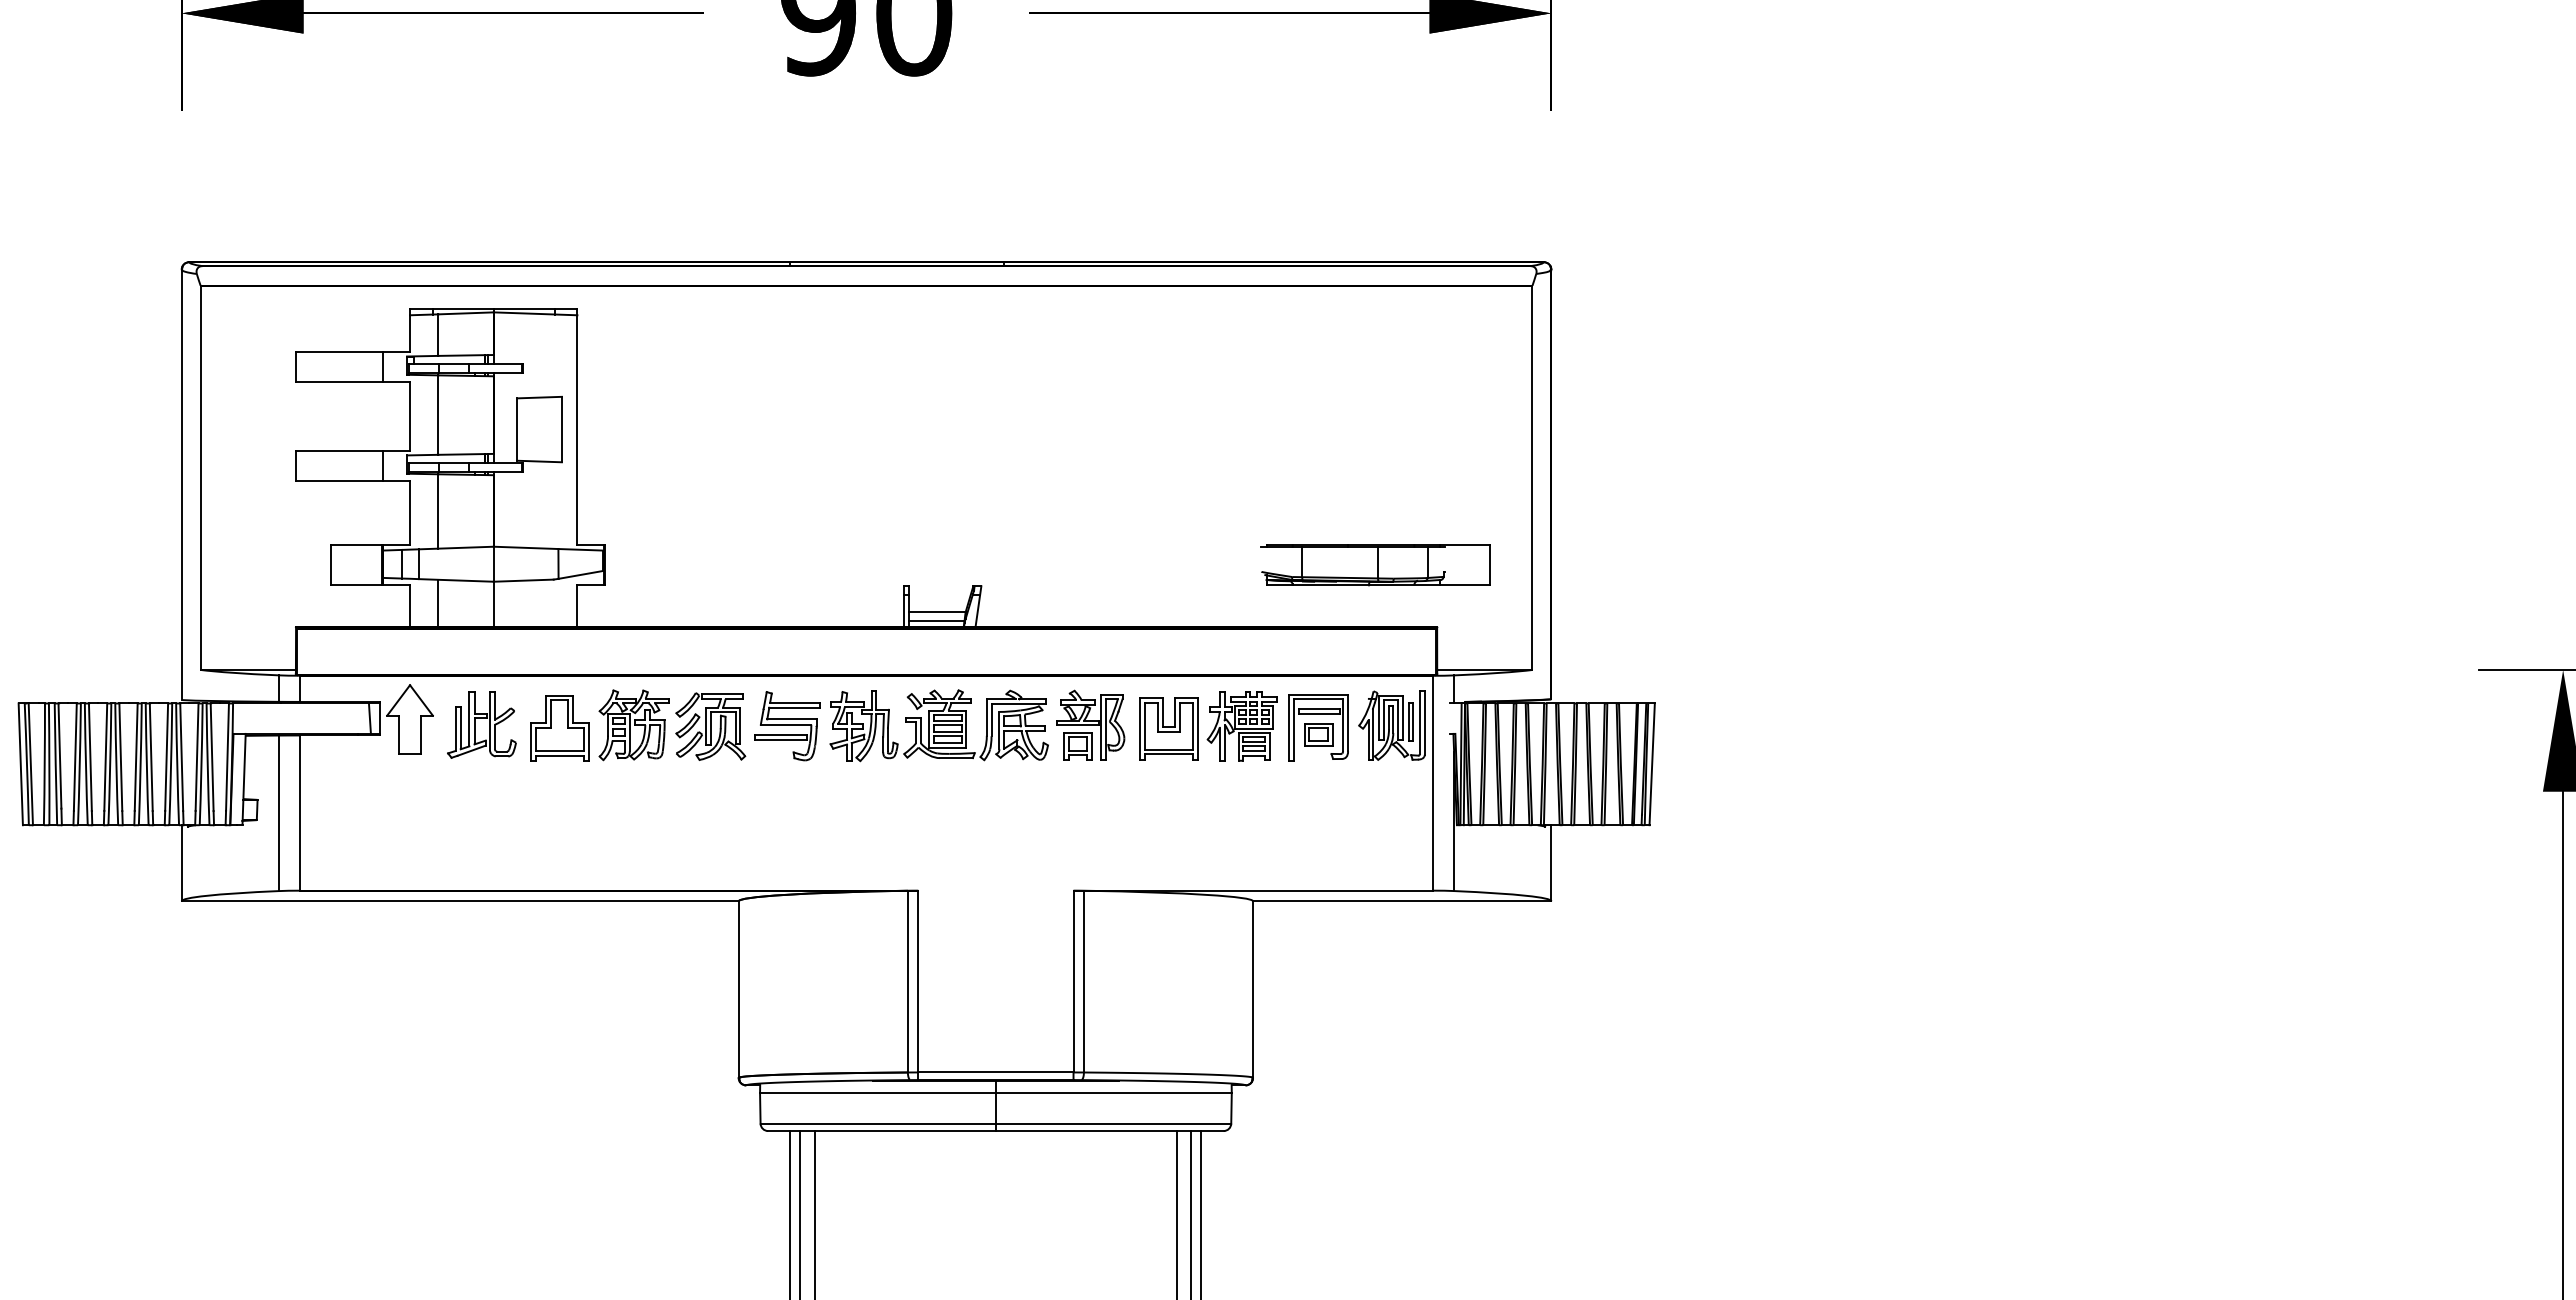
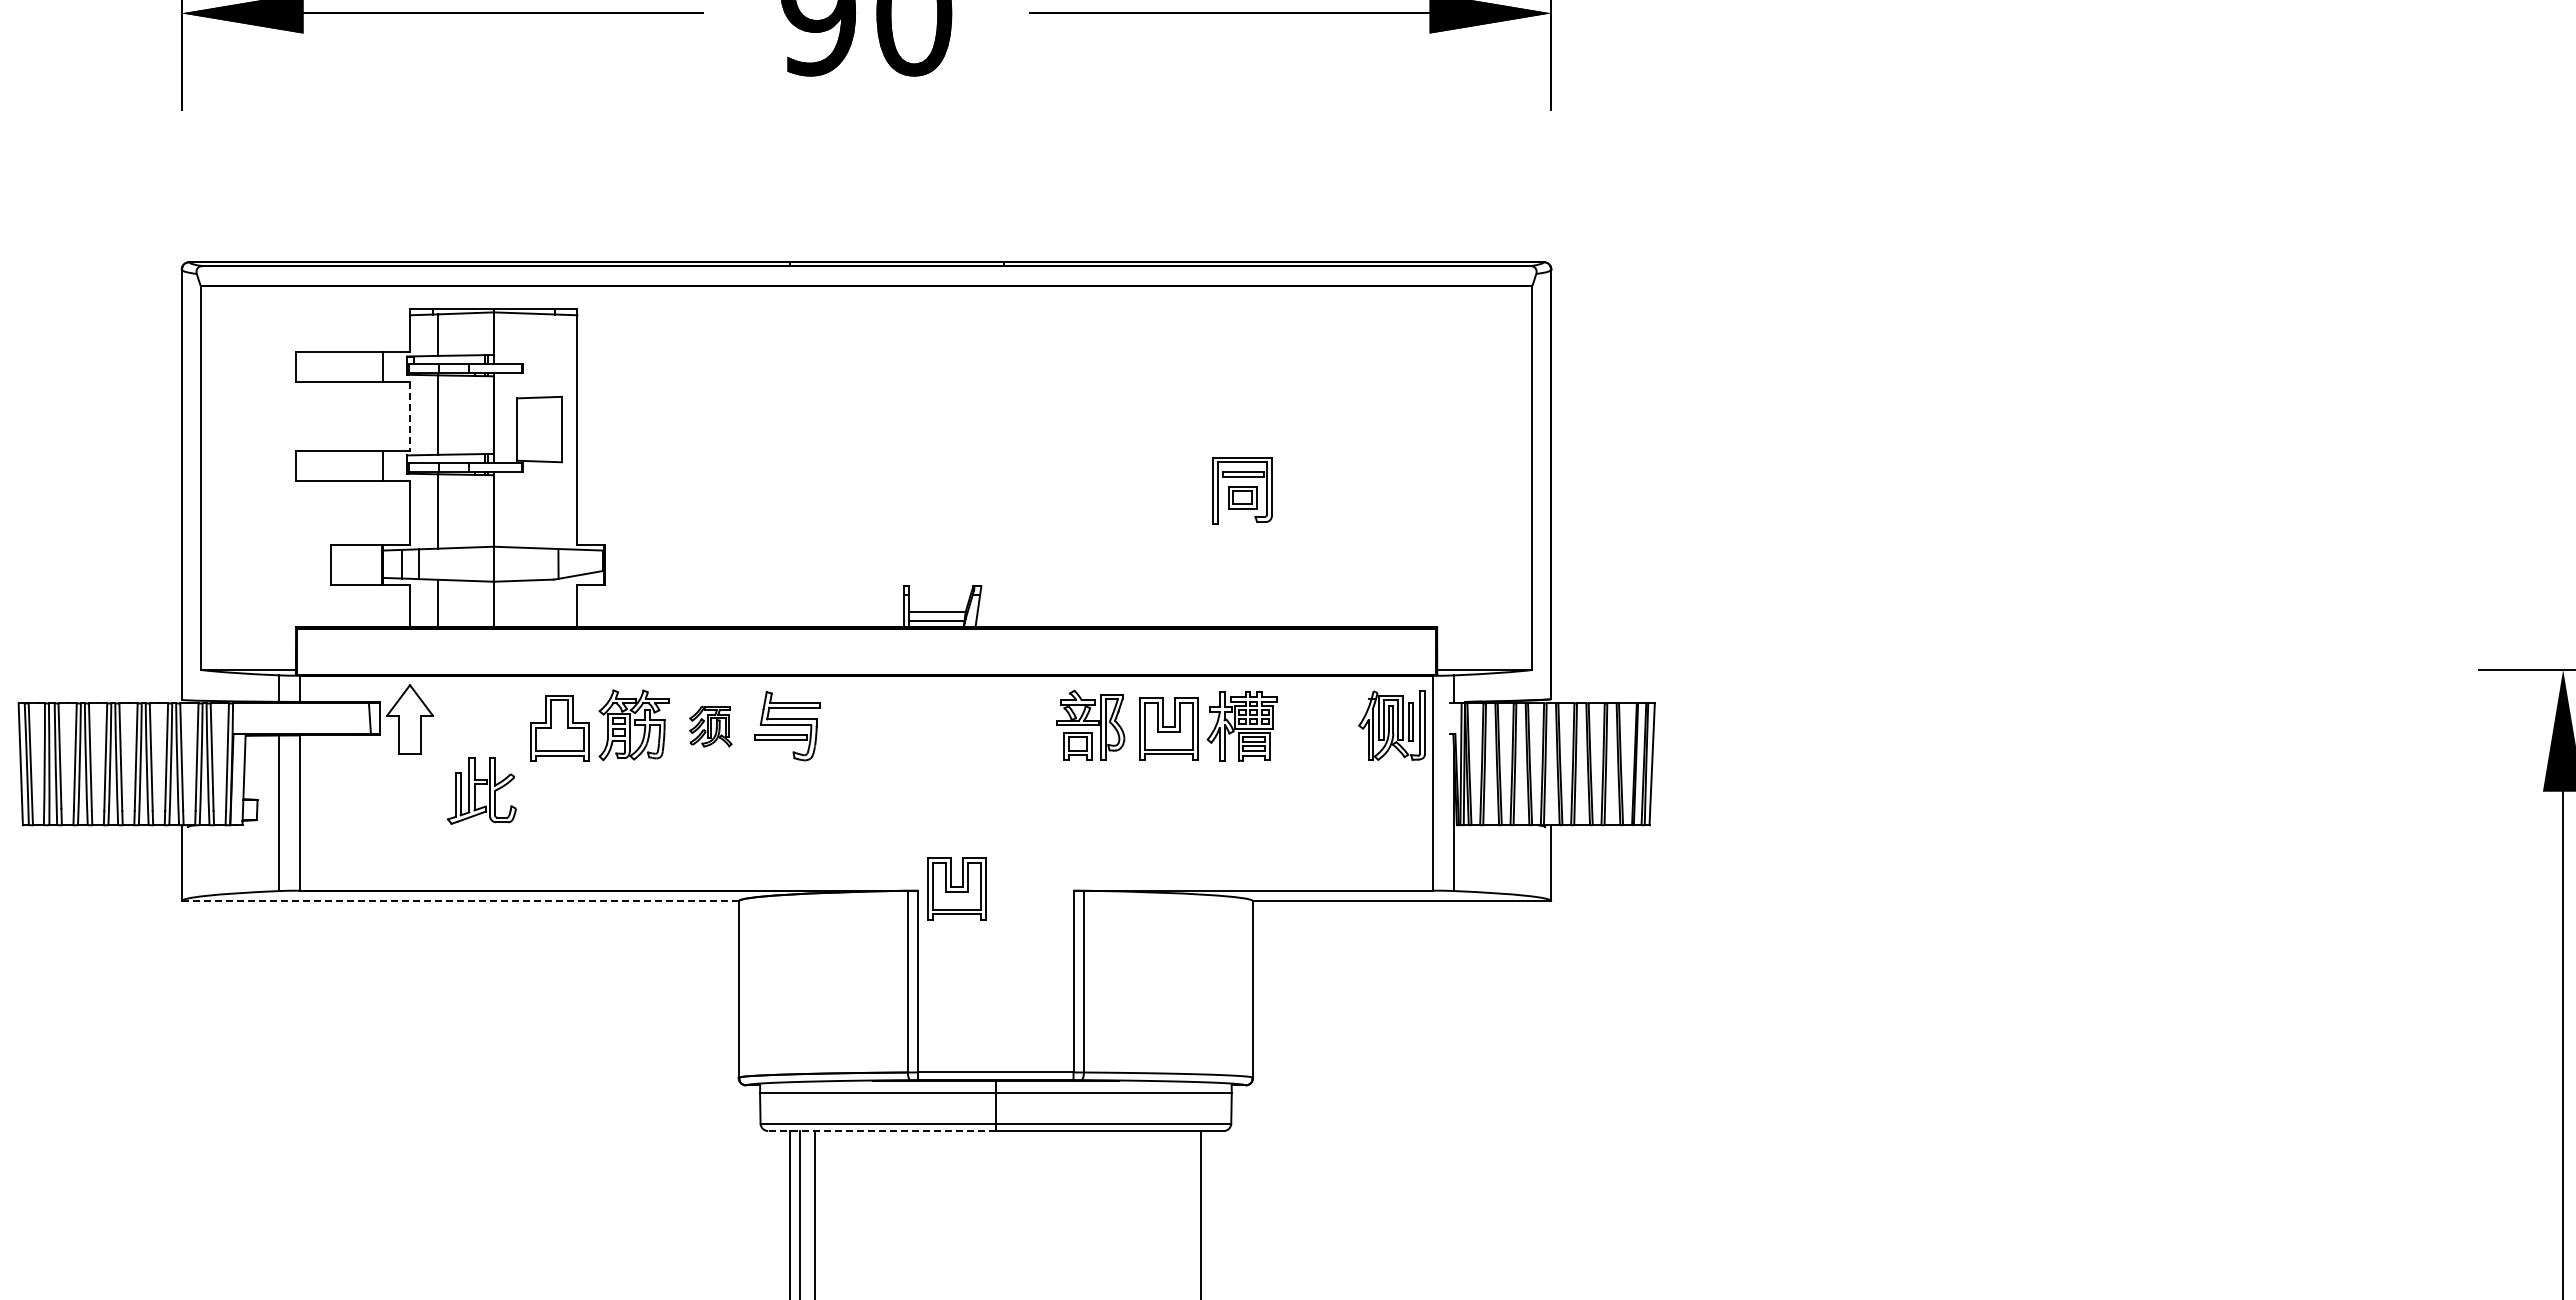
line at (410, 417): solid -> dashed
part at (1375, 565): present -> none
part at (481, 724) position: (481, 724) -> (481, 790)
part at (938, 725): present -> none
part at (710, 726) size: 72x69 px -> 44x43 px
part at (1318, 727) position: (1318, 727) -> (1242, 490)
part at (956, 888): none -> present
line at (460, 901): solid -> dashed
line at (882, 1131): solid -> dashed
line at (1176, 1213): present -> none
line at (1191, 1213): present -> none
